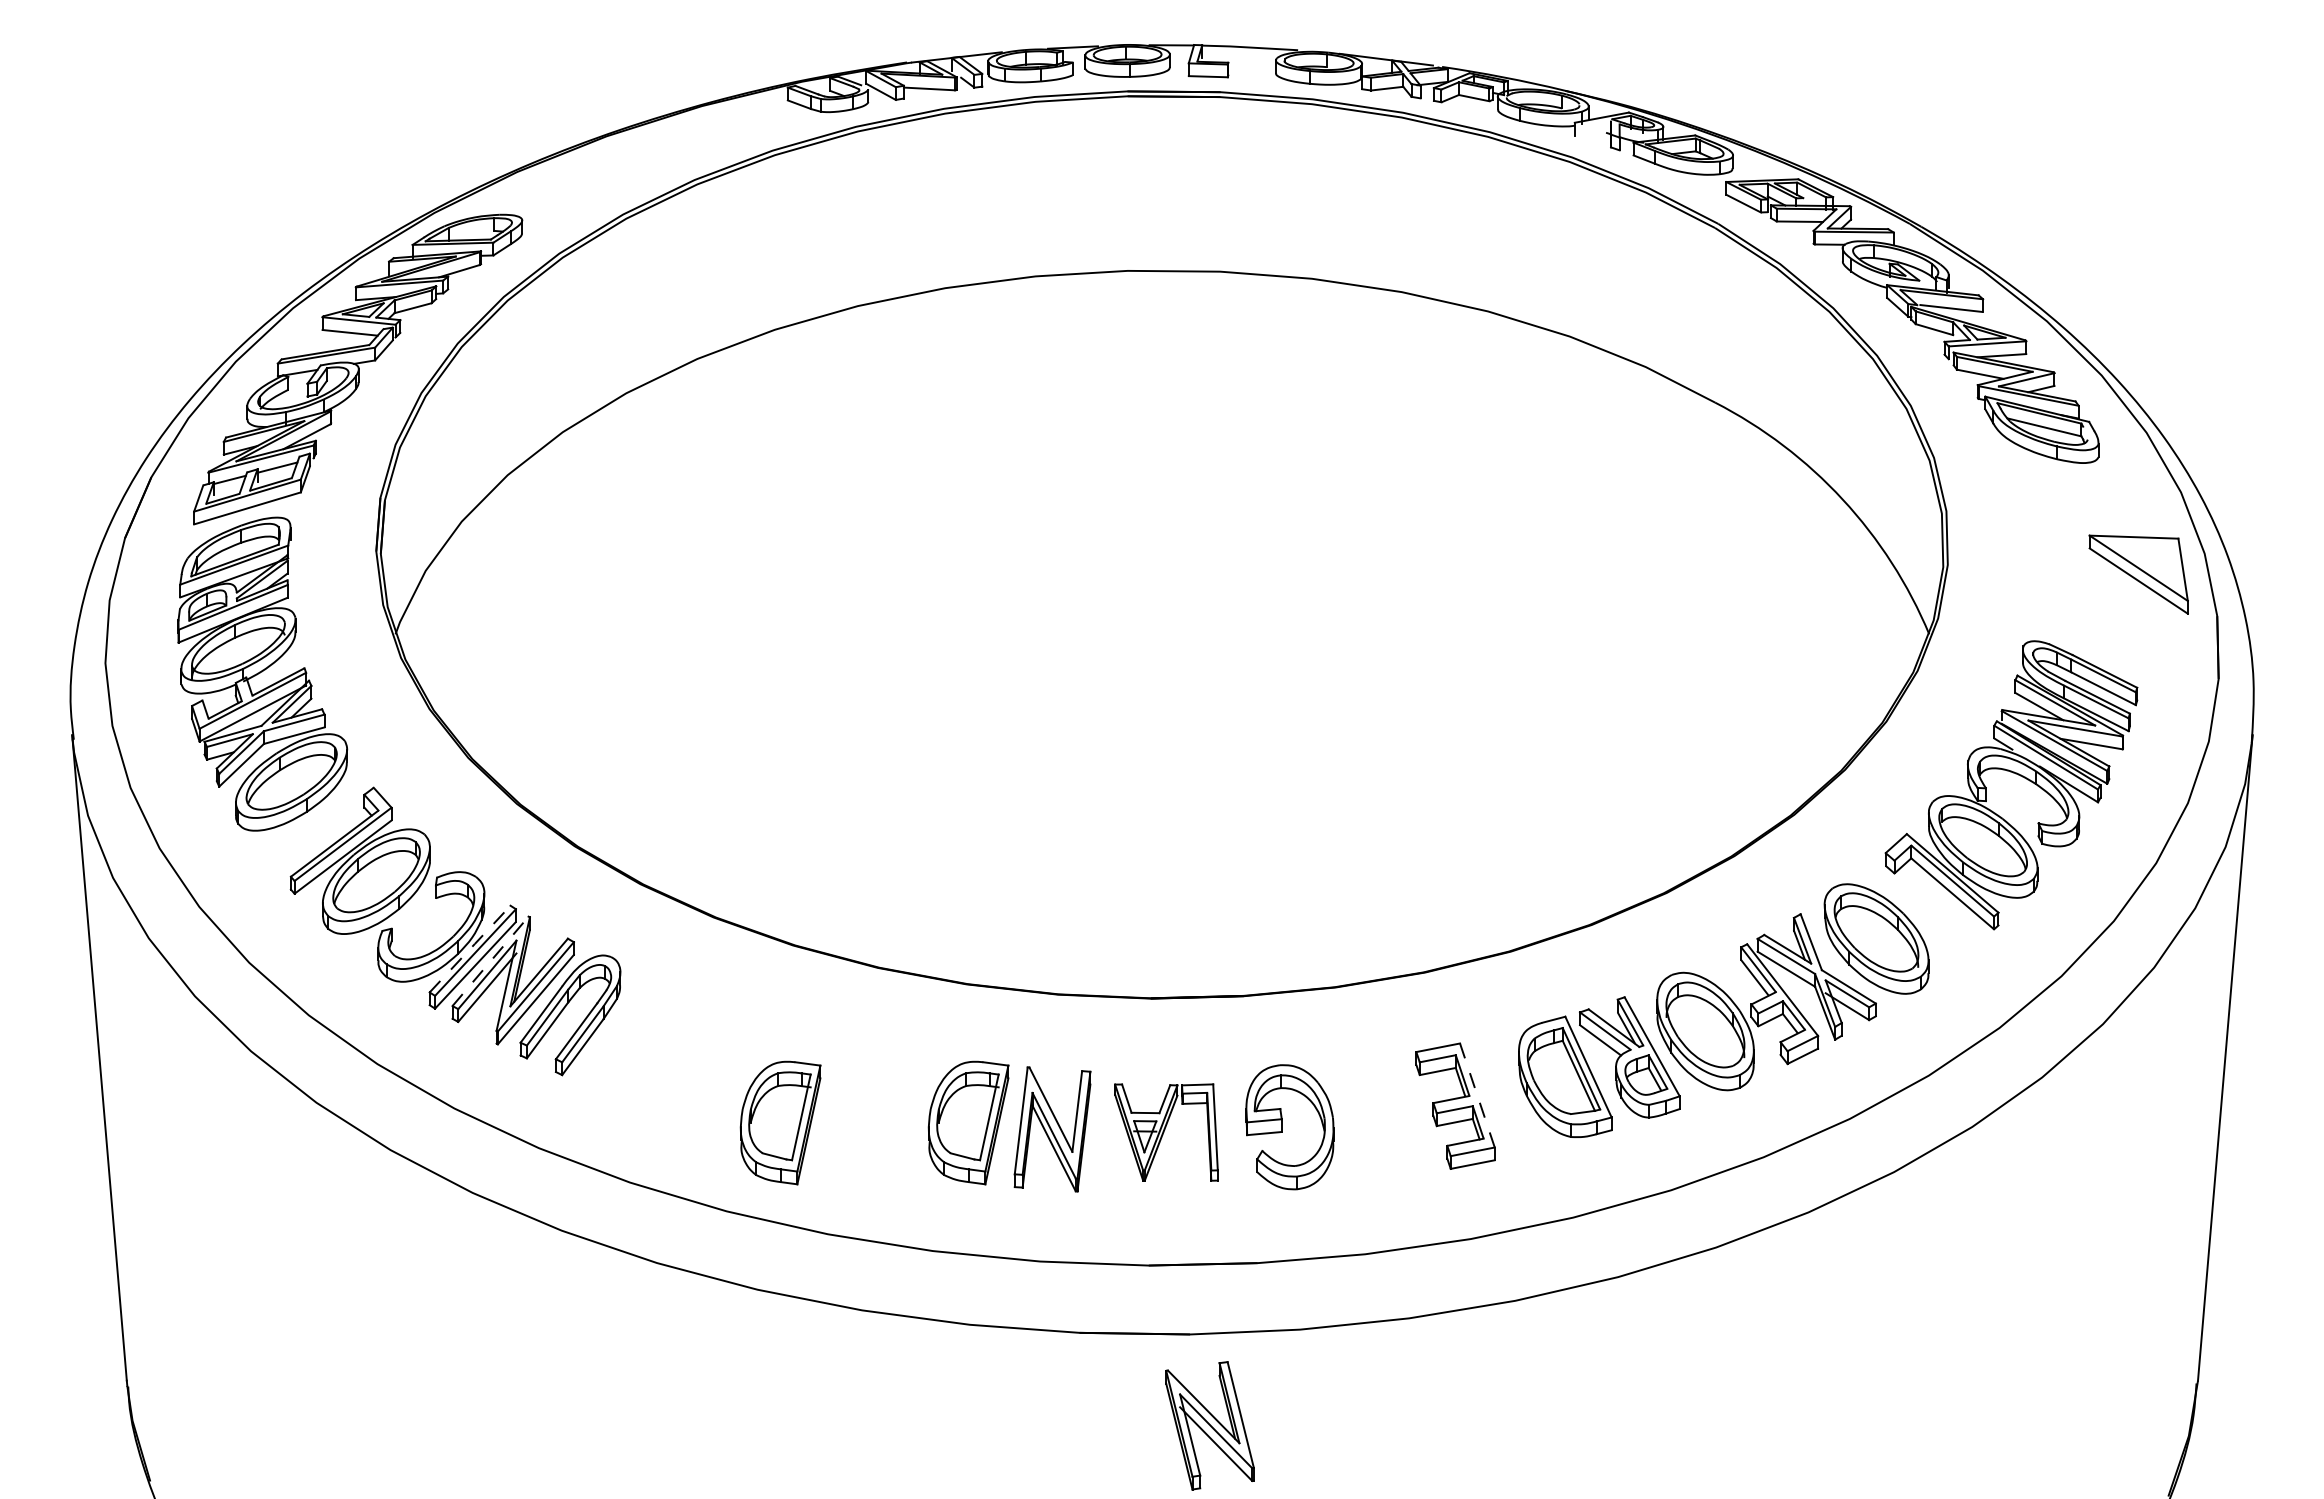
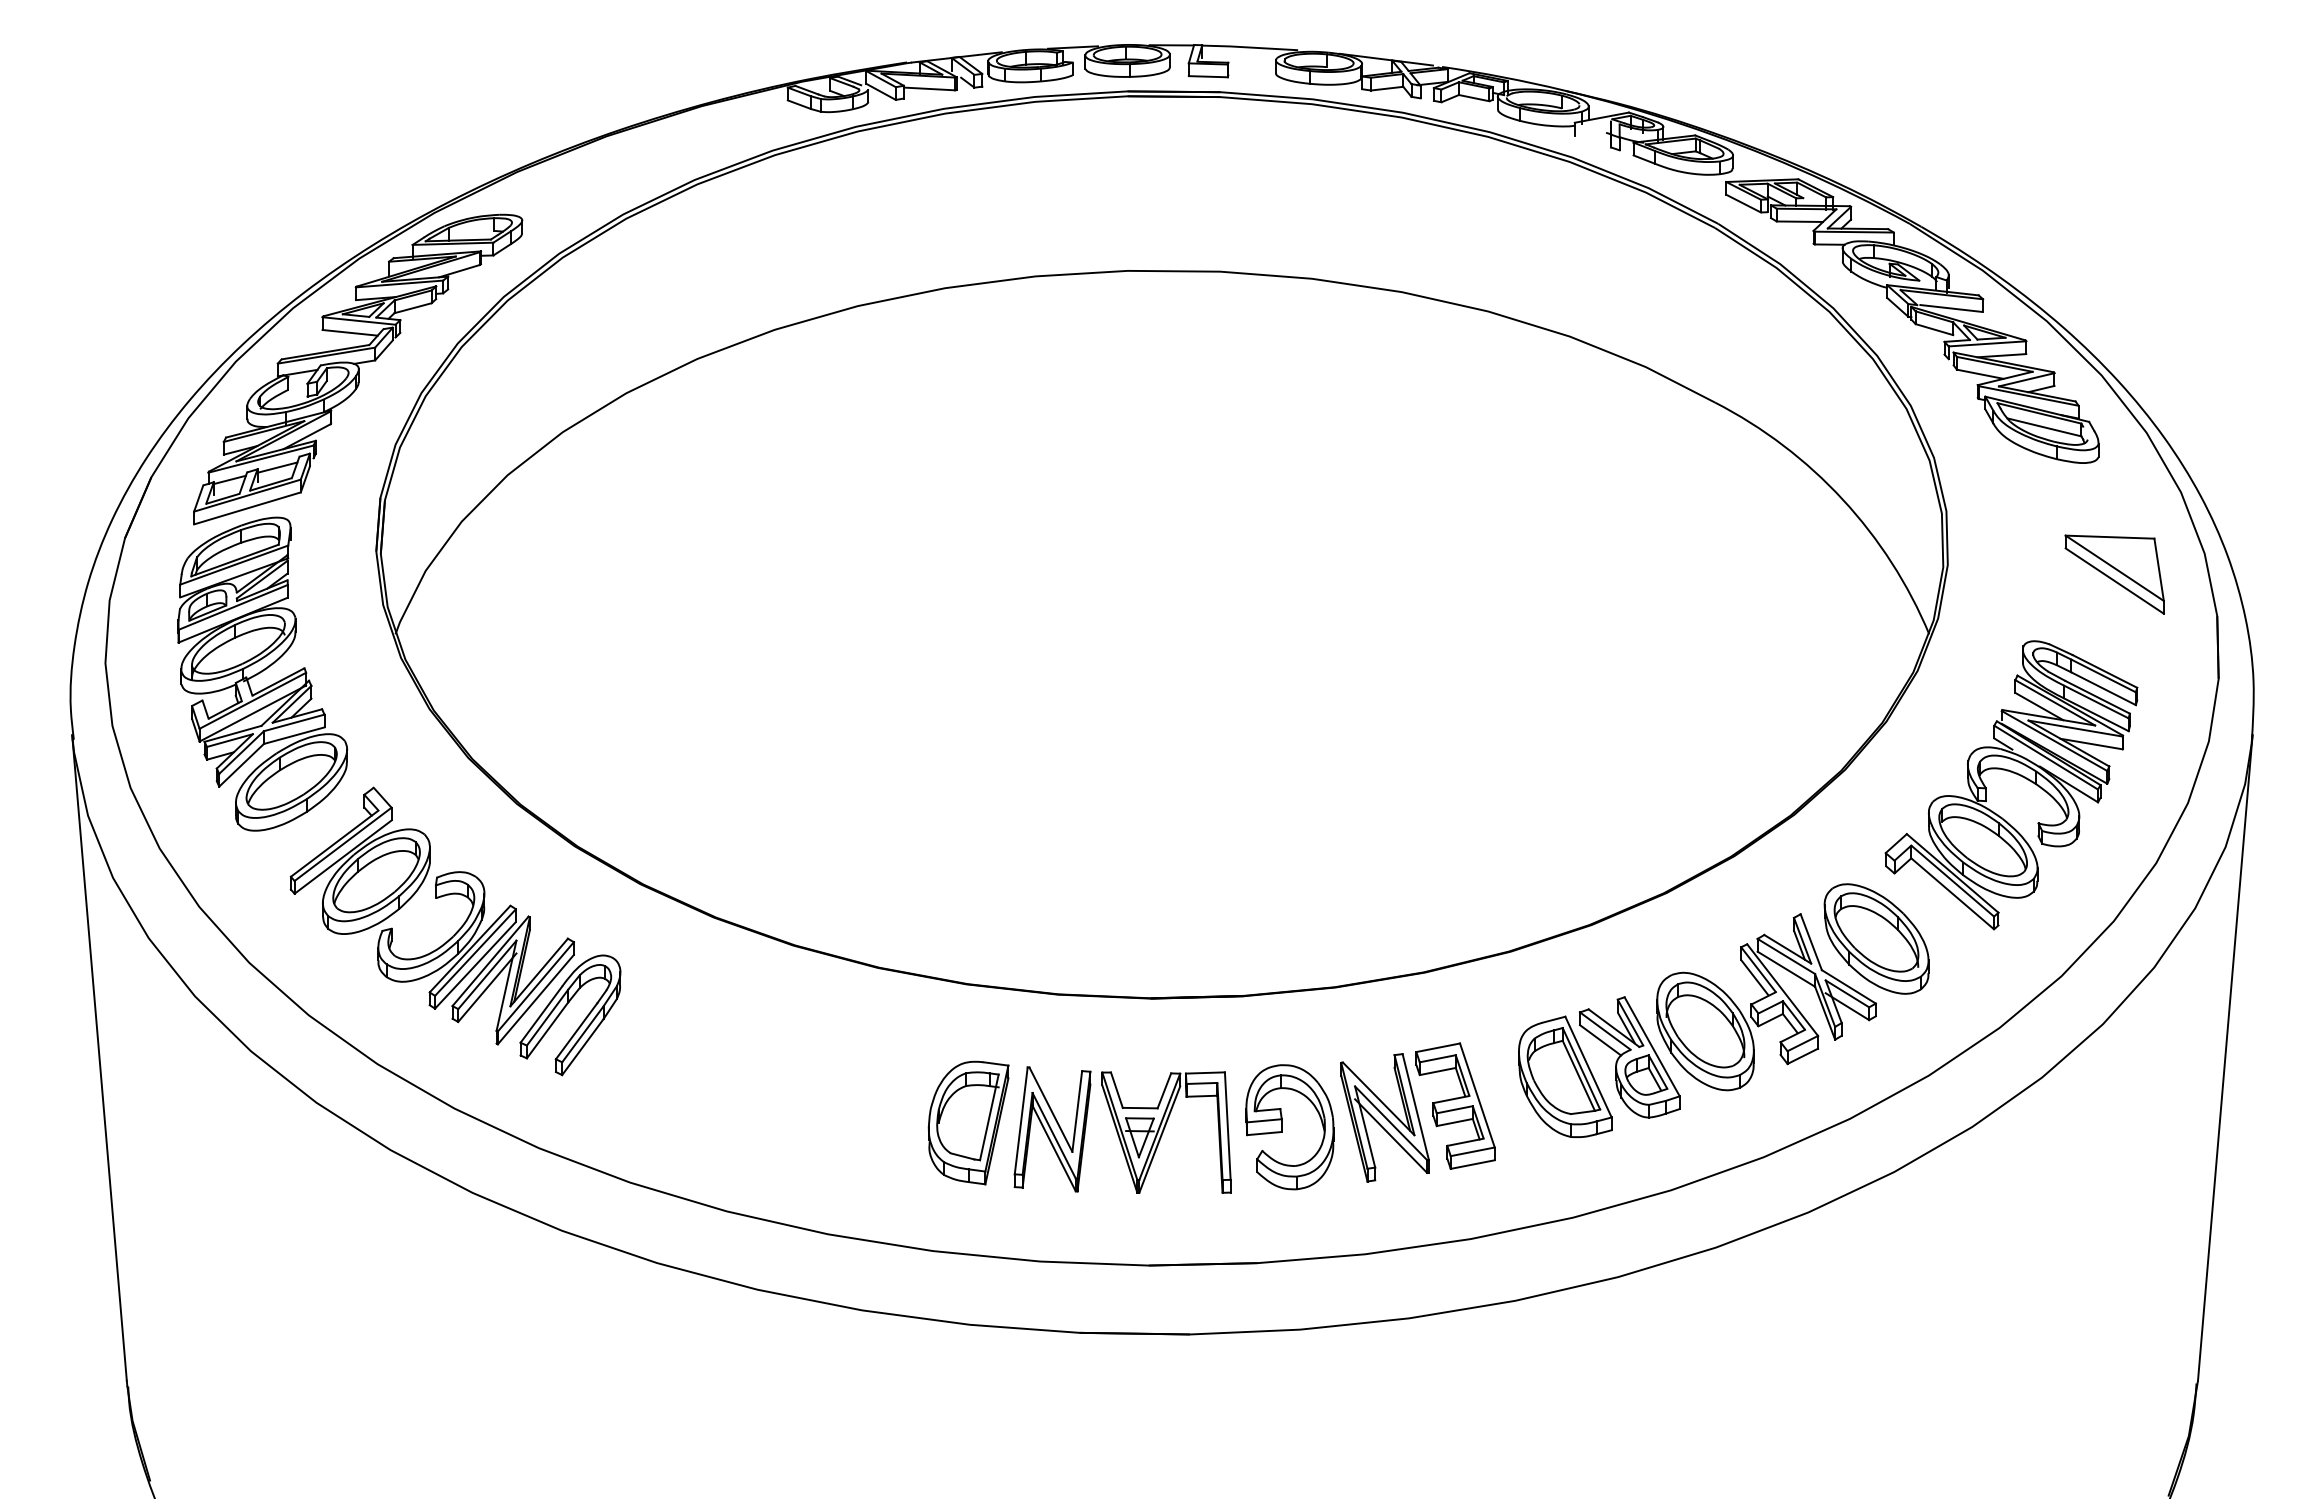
part at (2138, 574) position: (2138, 574) -> (2114, 574)
line at (470, 948): dashed -> solid
line at (490, 961): dashed -> solid
line at (1477, 1095): dashed -> solid
part at (780, 1122): present -> none
part at (1166, 1132) size: 105x99 px -> 131x123 px
part at (1209, 1425) position: (1209, 1425) -> (1384, 1117)
